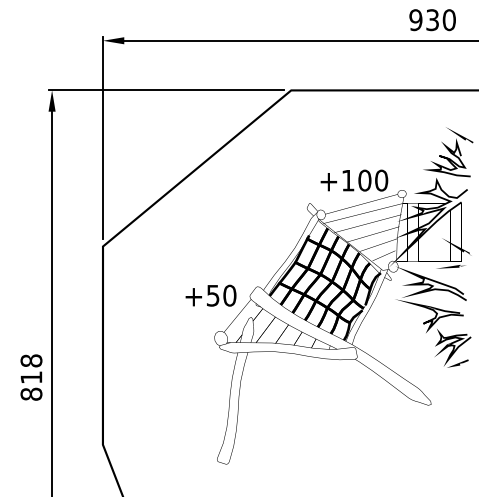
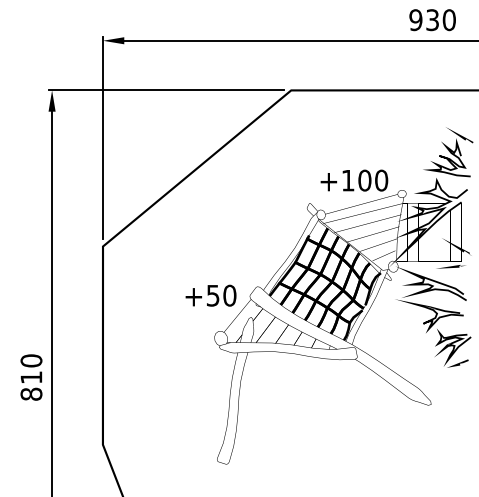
text at (31, 360): 818 -> 810
